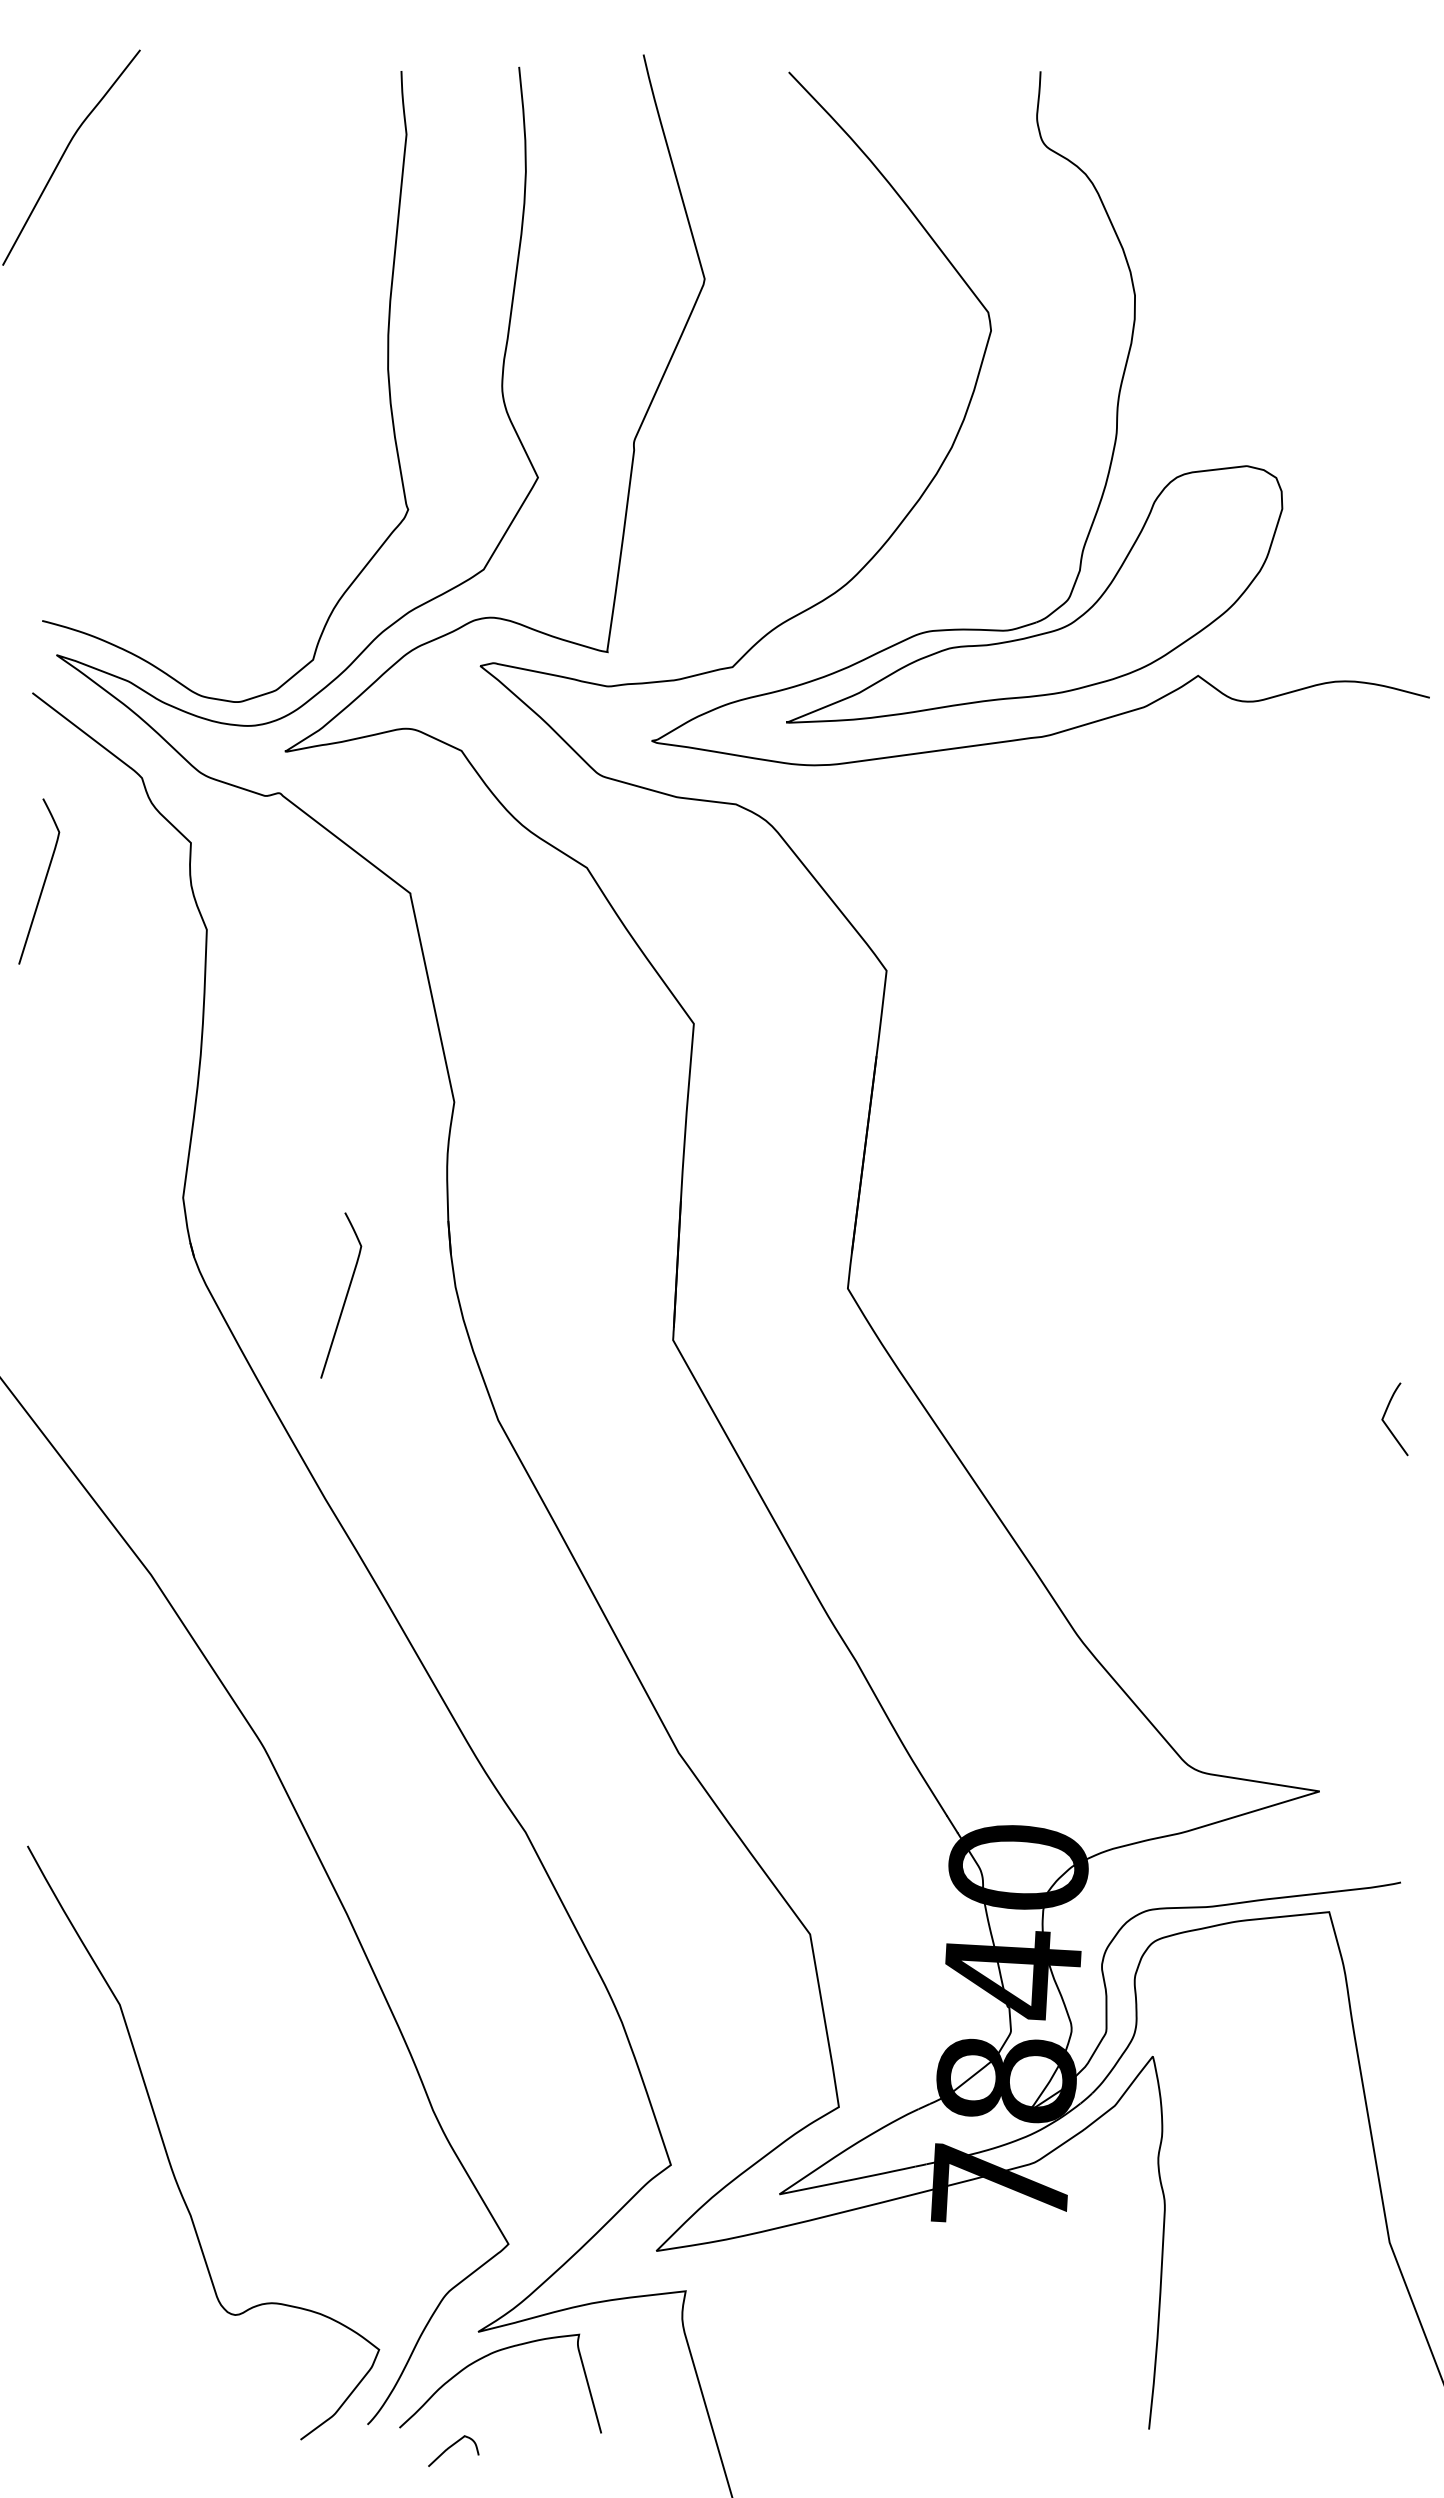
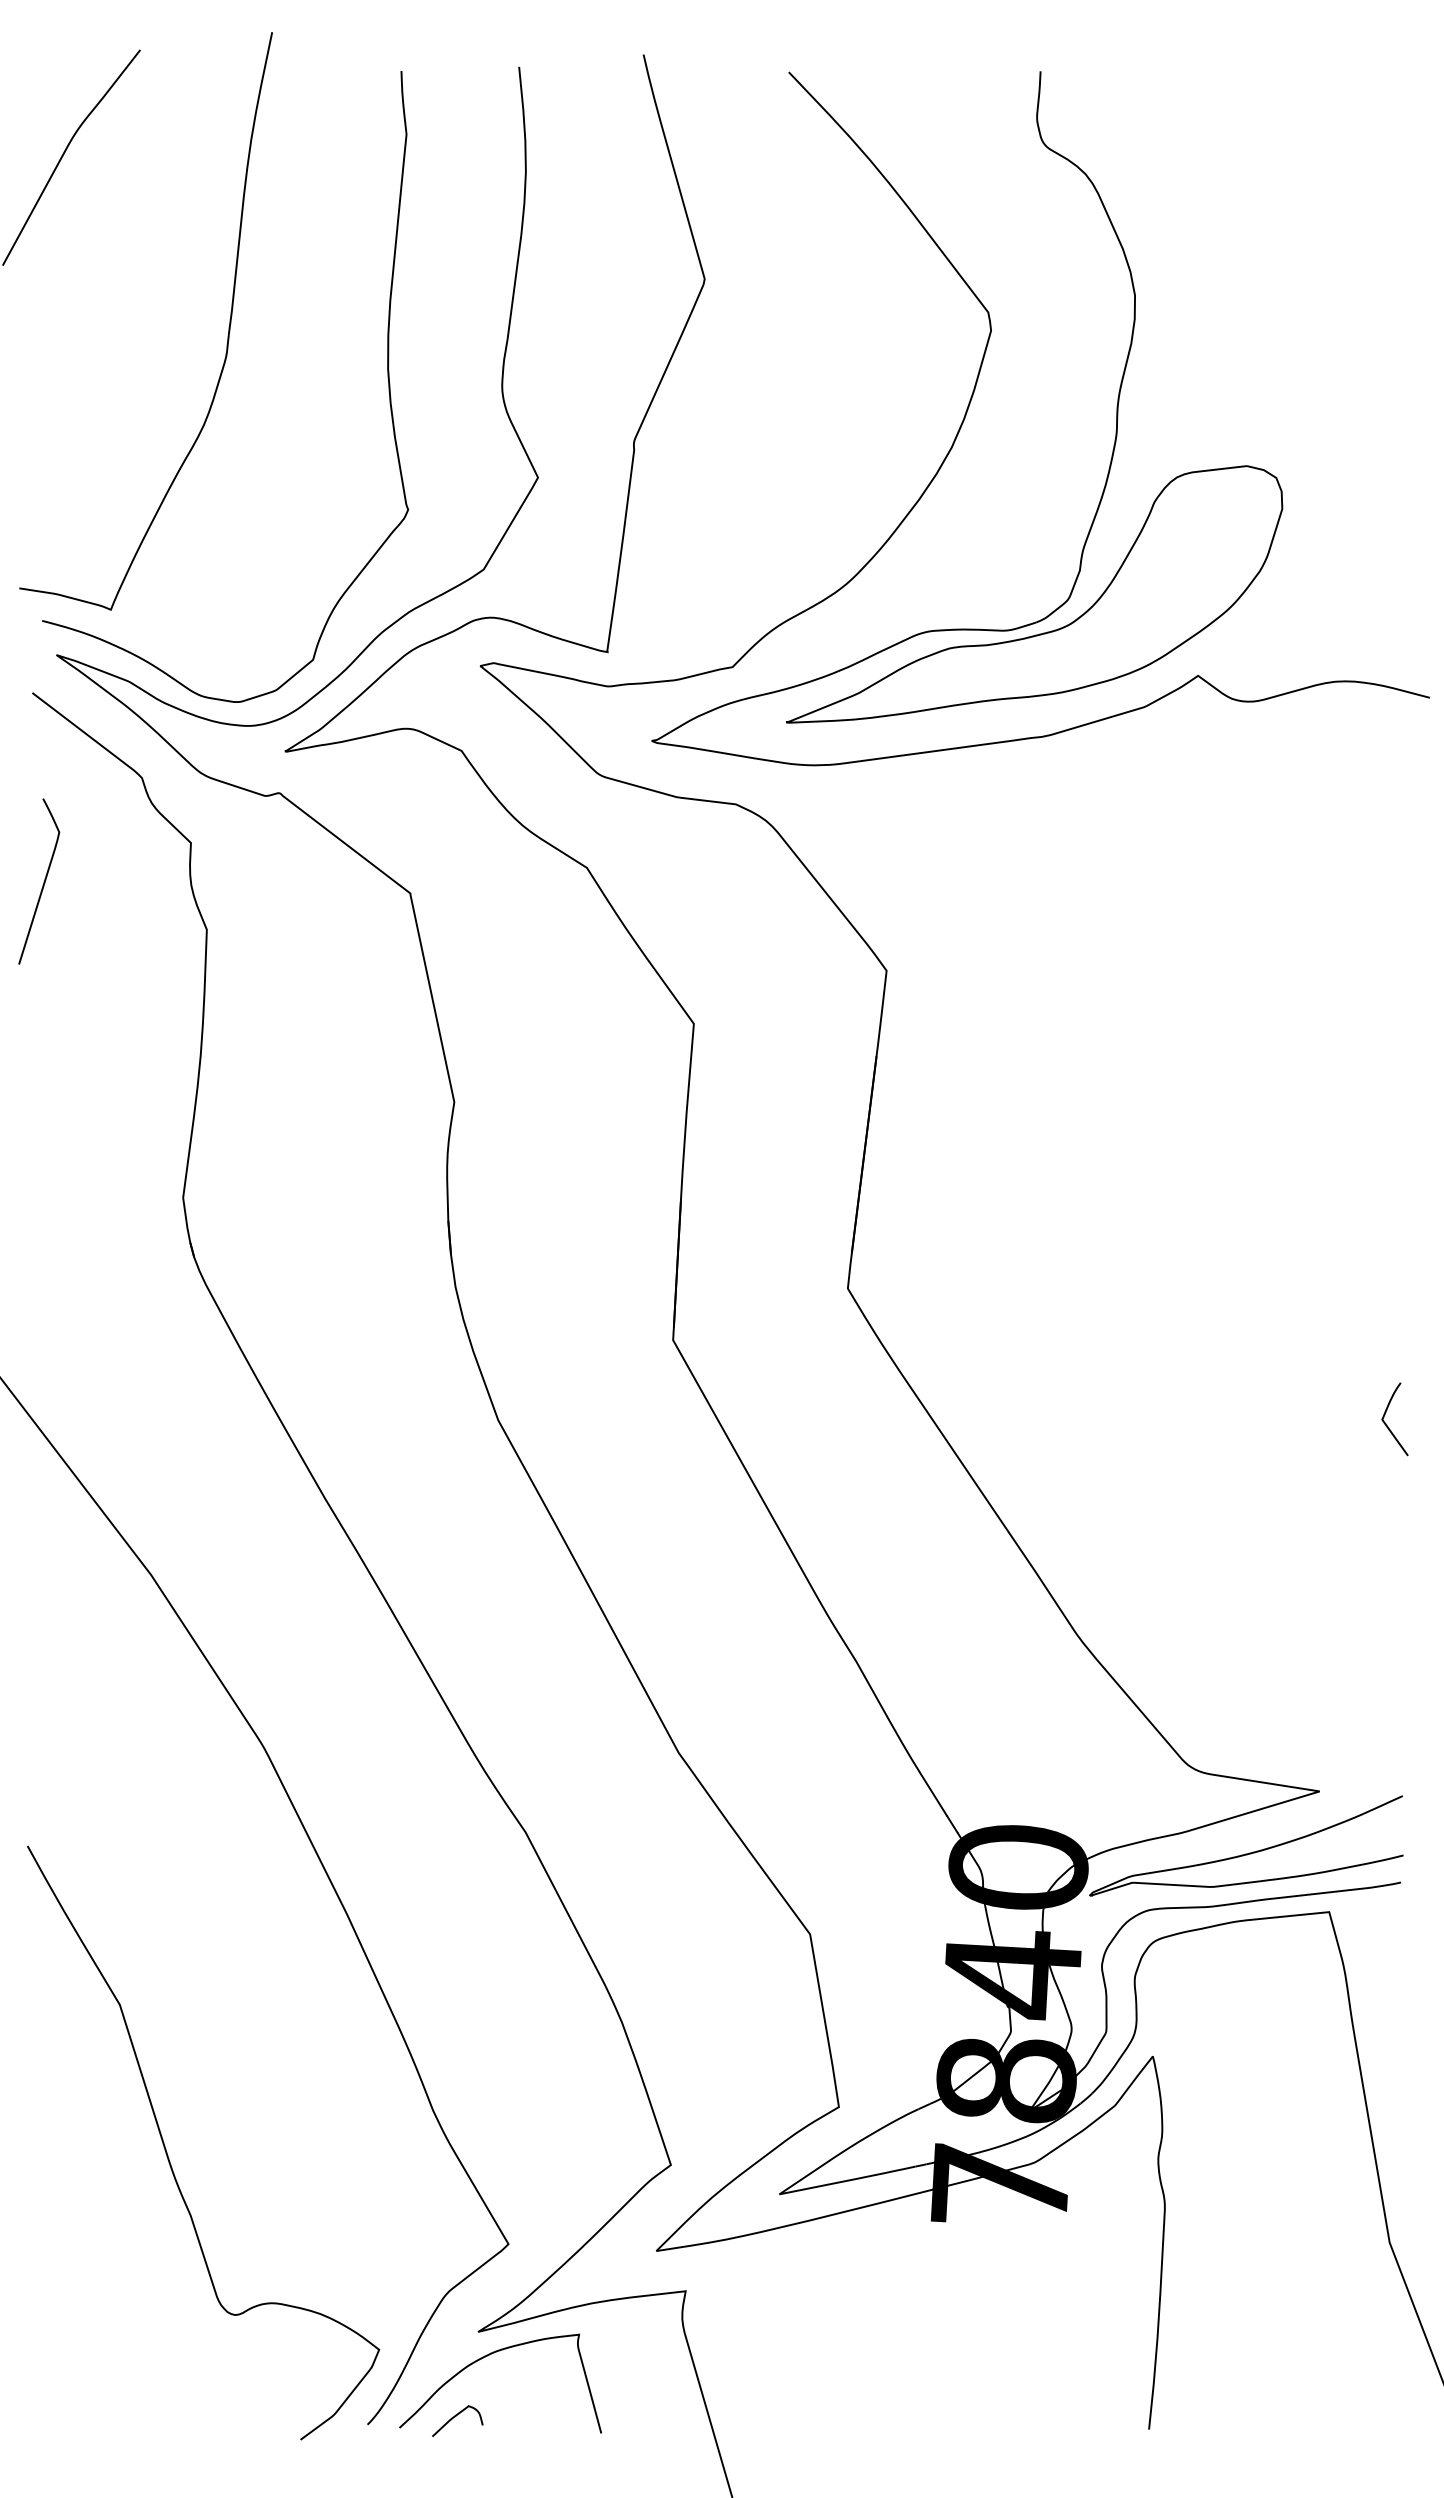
curve at (227, 335): none -> present
curve at (345, 1295): present -> none
curve at (1249, 1852): none -> present
curve at (451, 2447) position: (451, 2447) -> (455, 2417)
